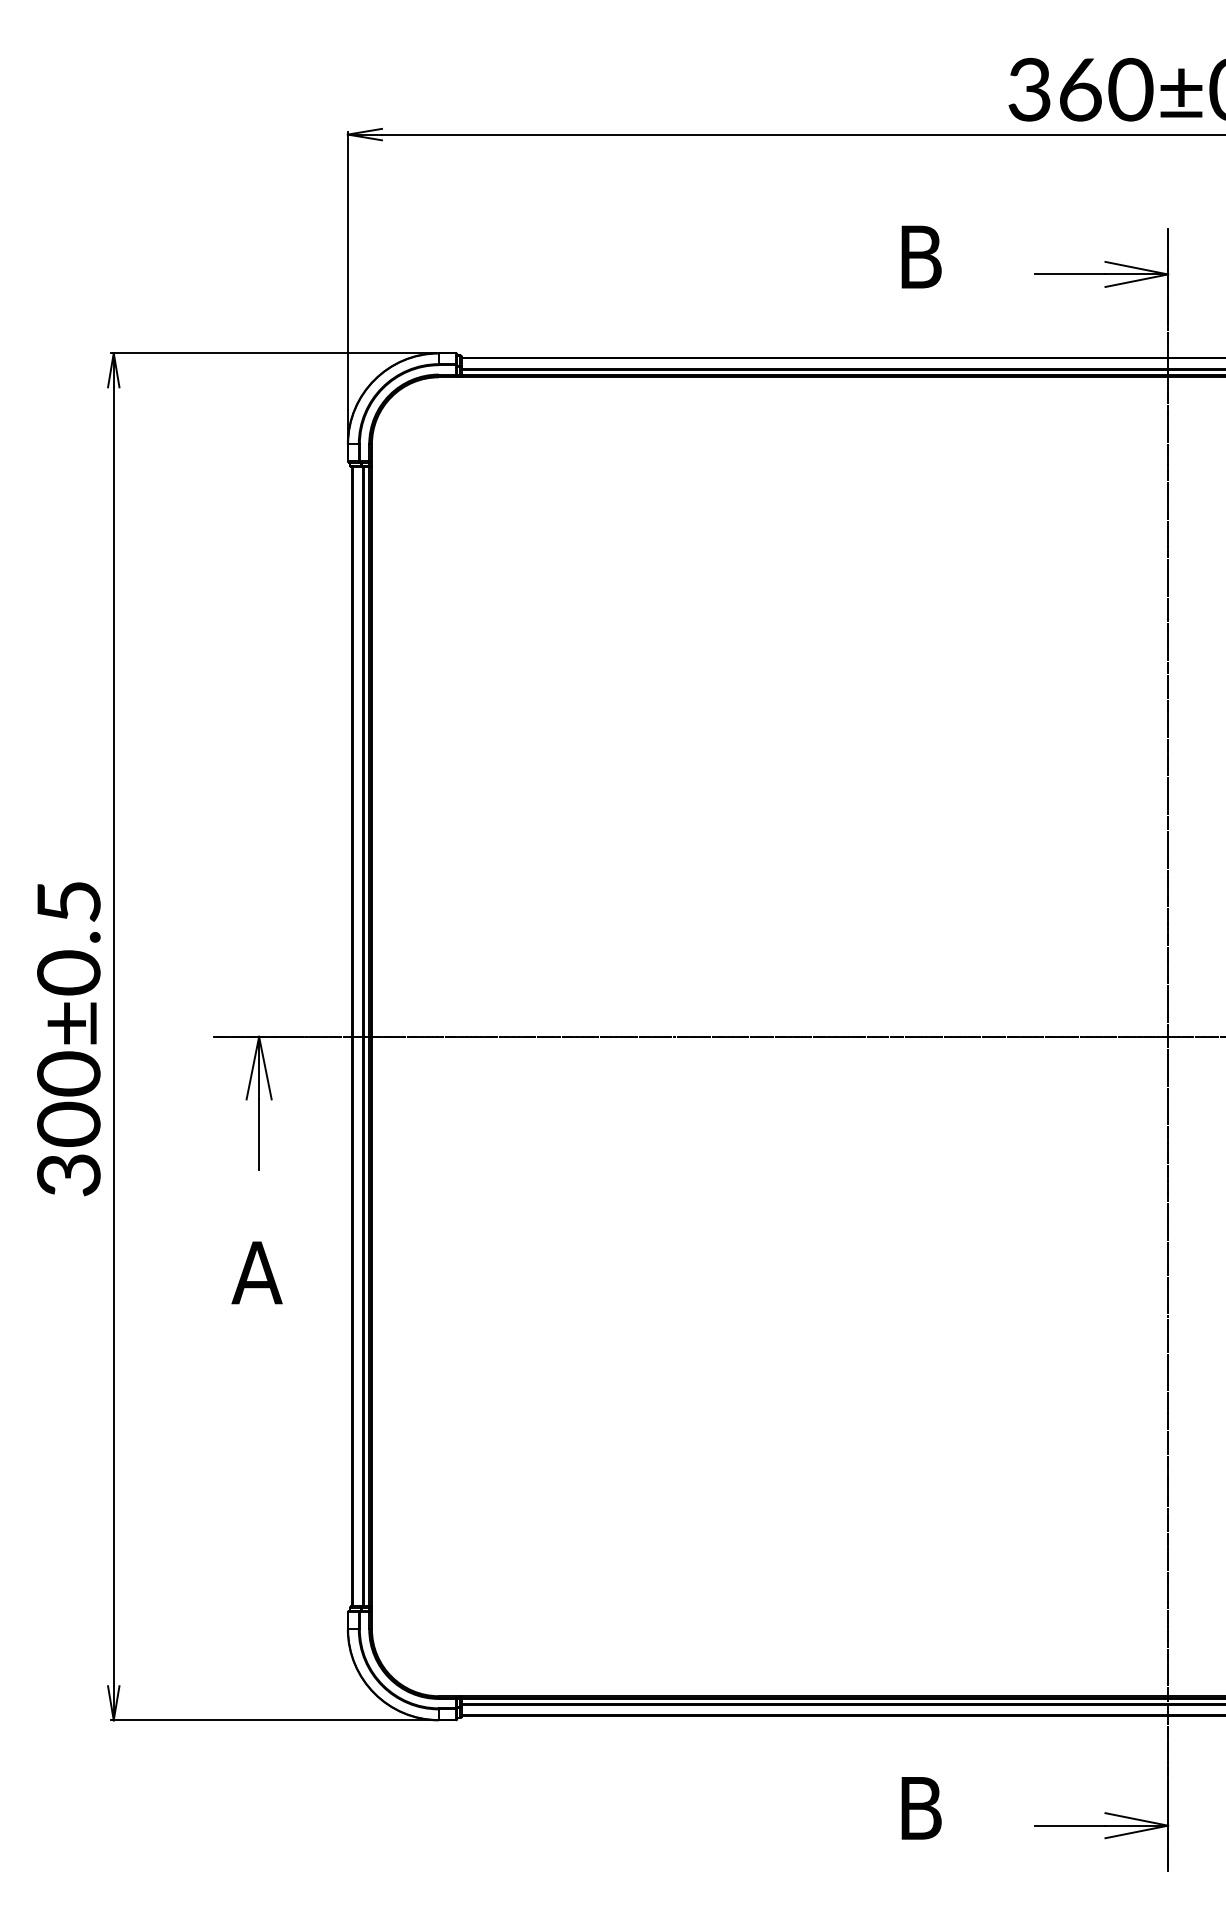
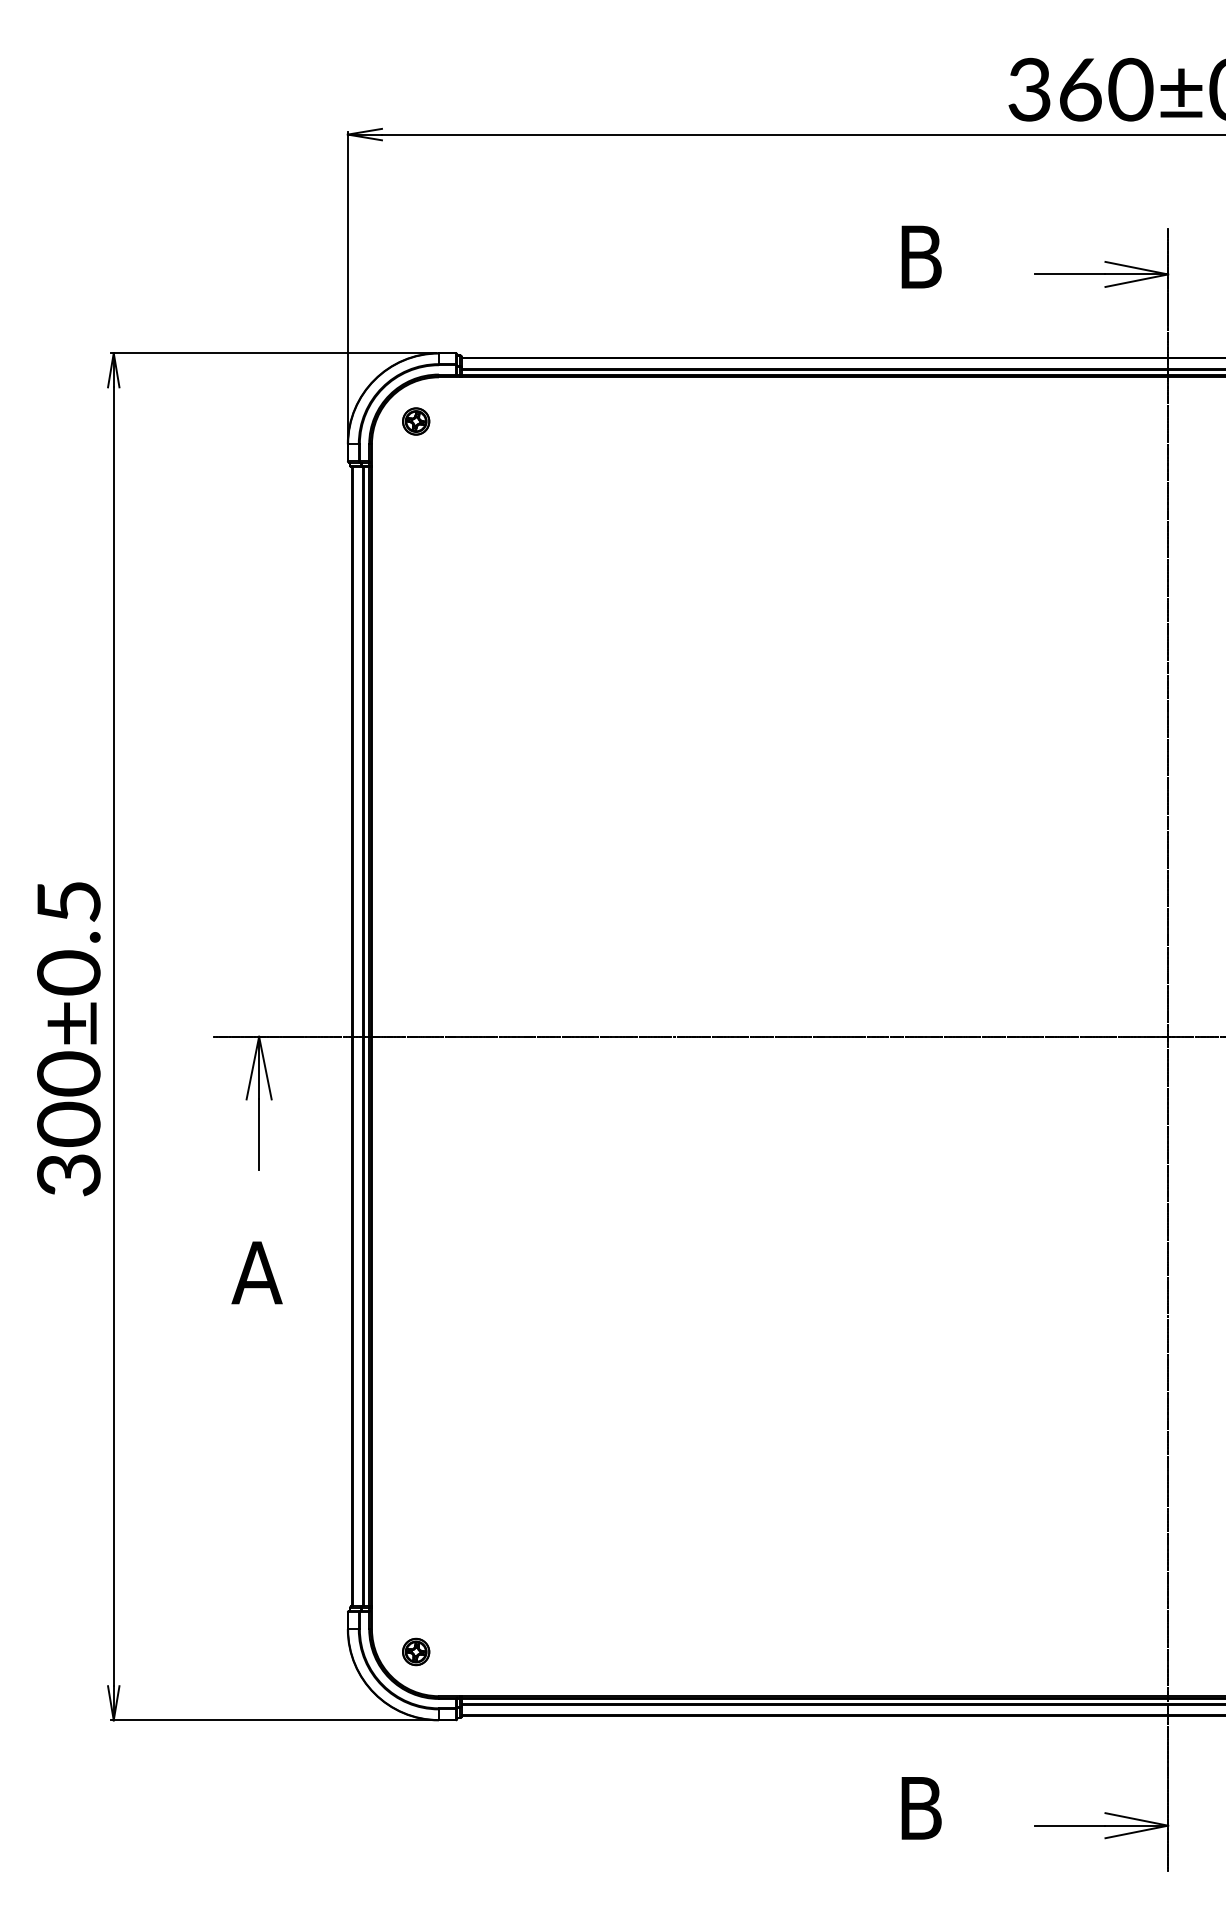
part at (416, 421): none -> present
part at (416, 1651): none -> present
